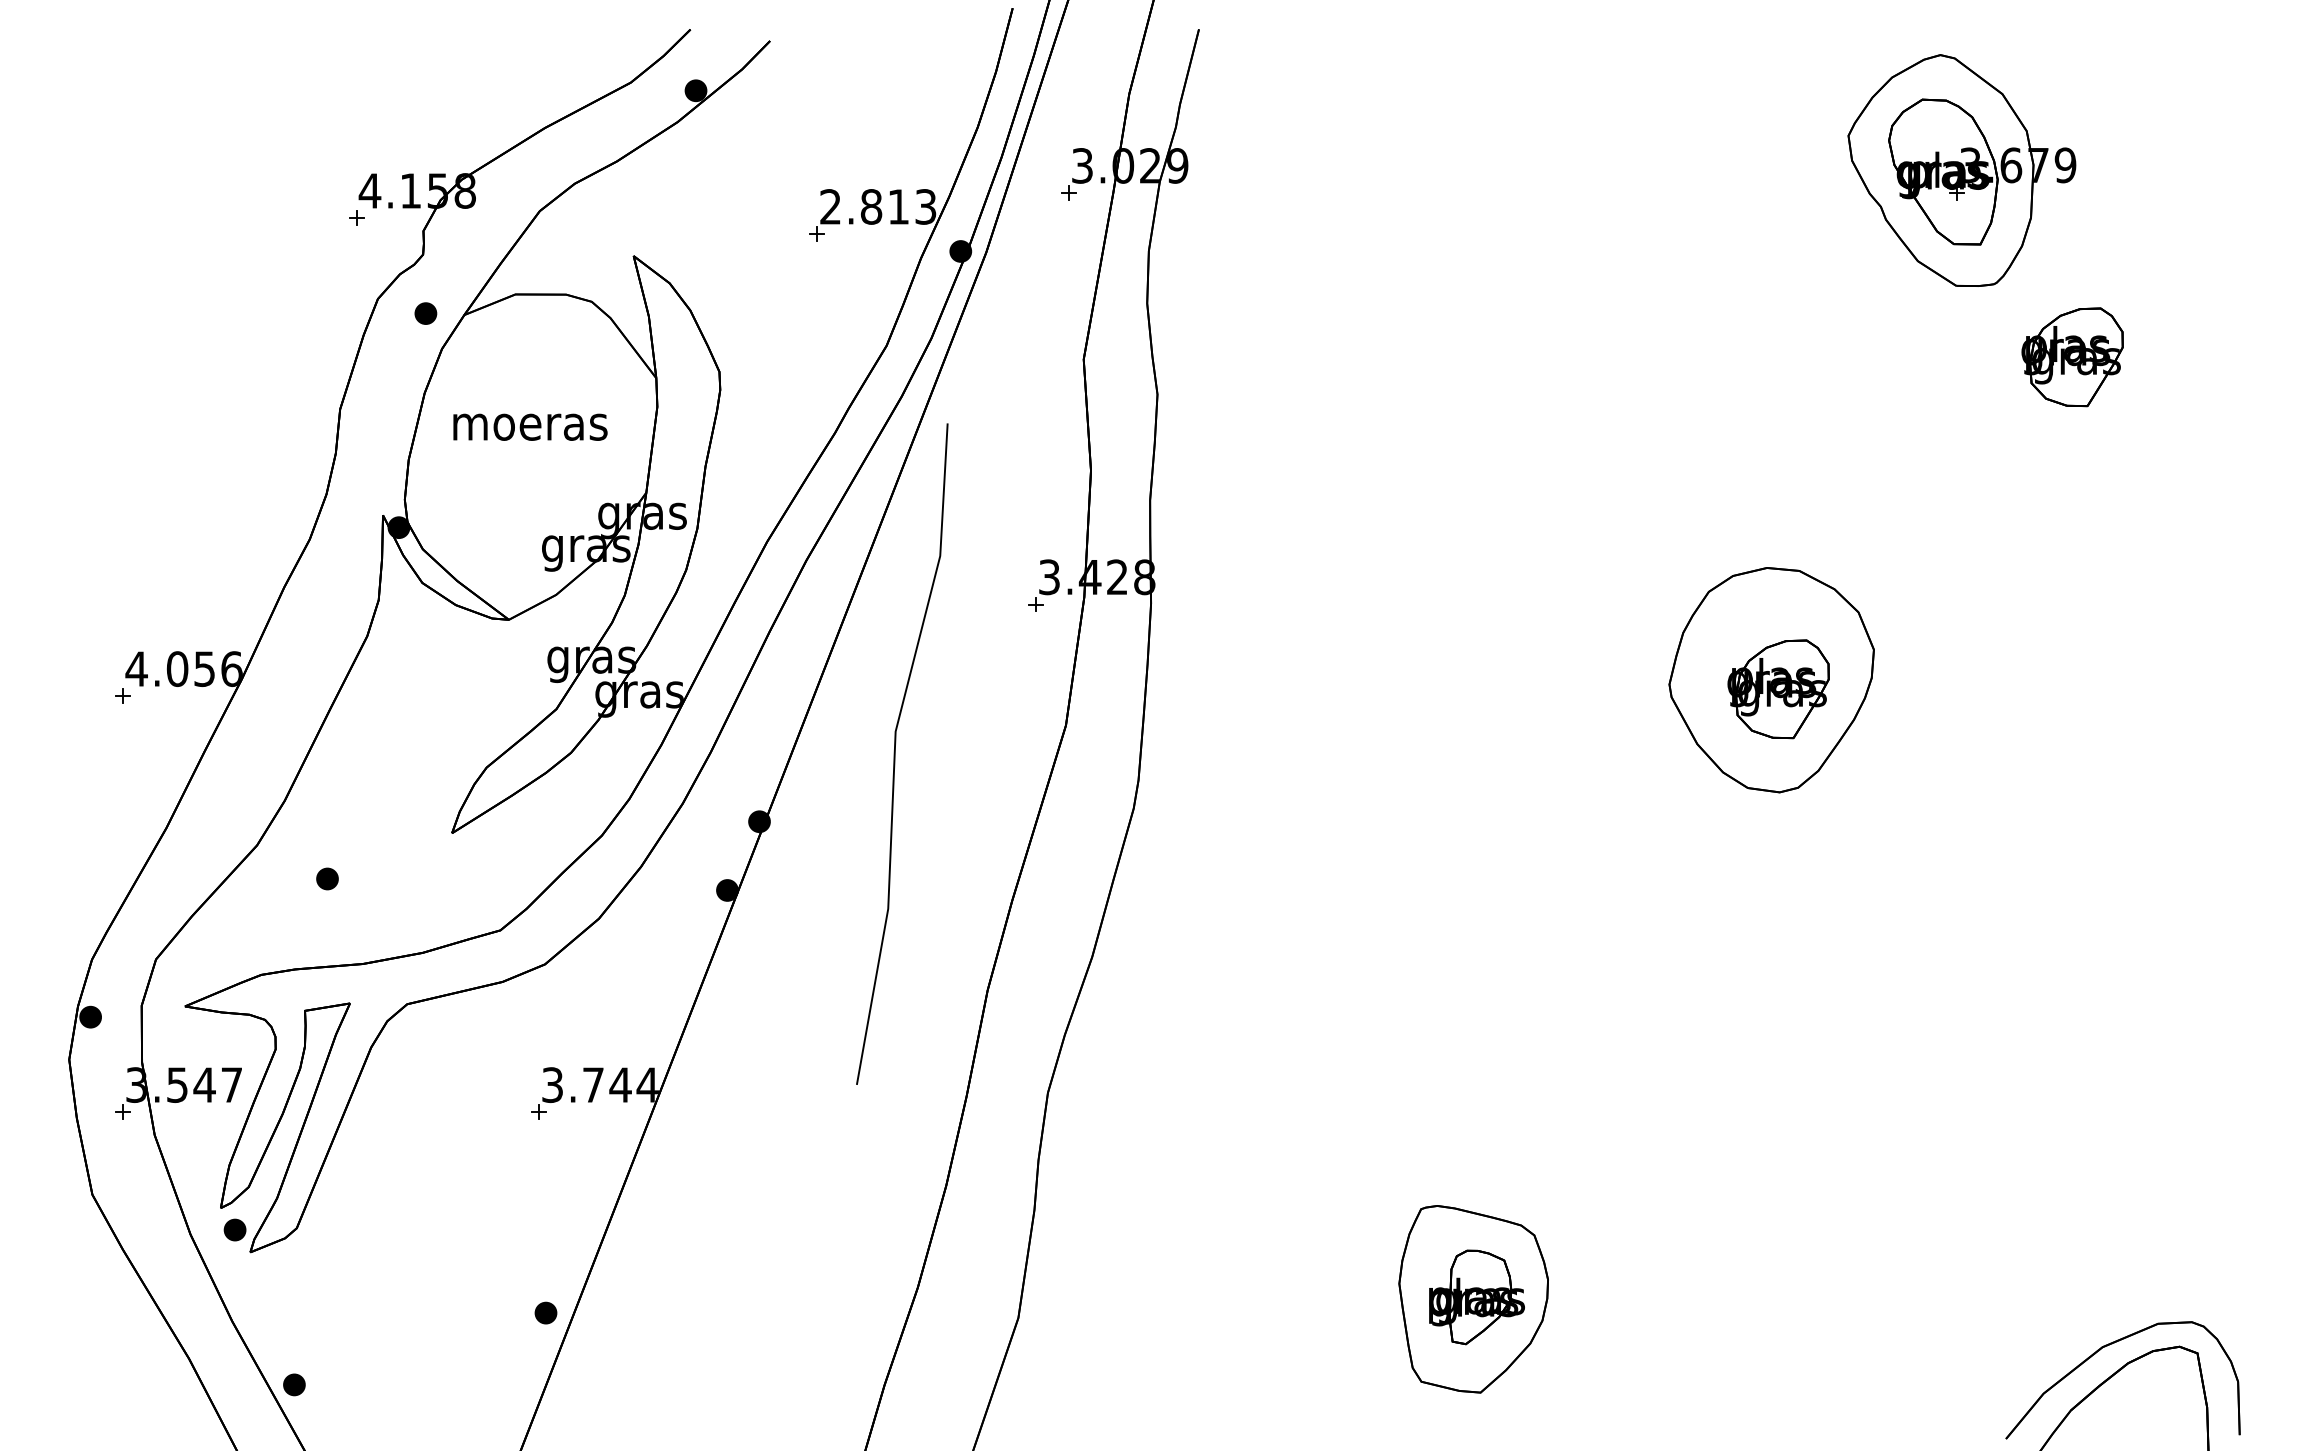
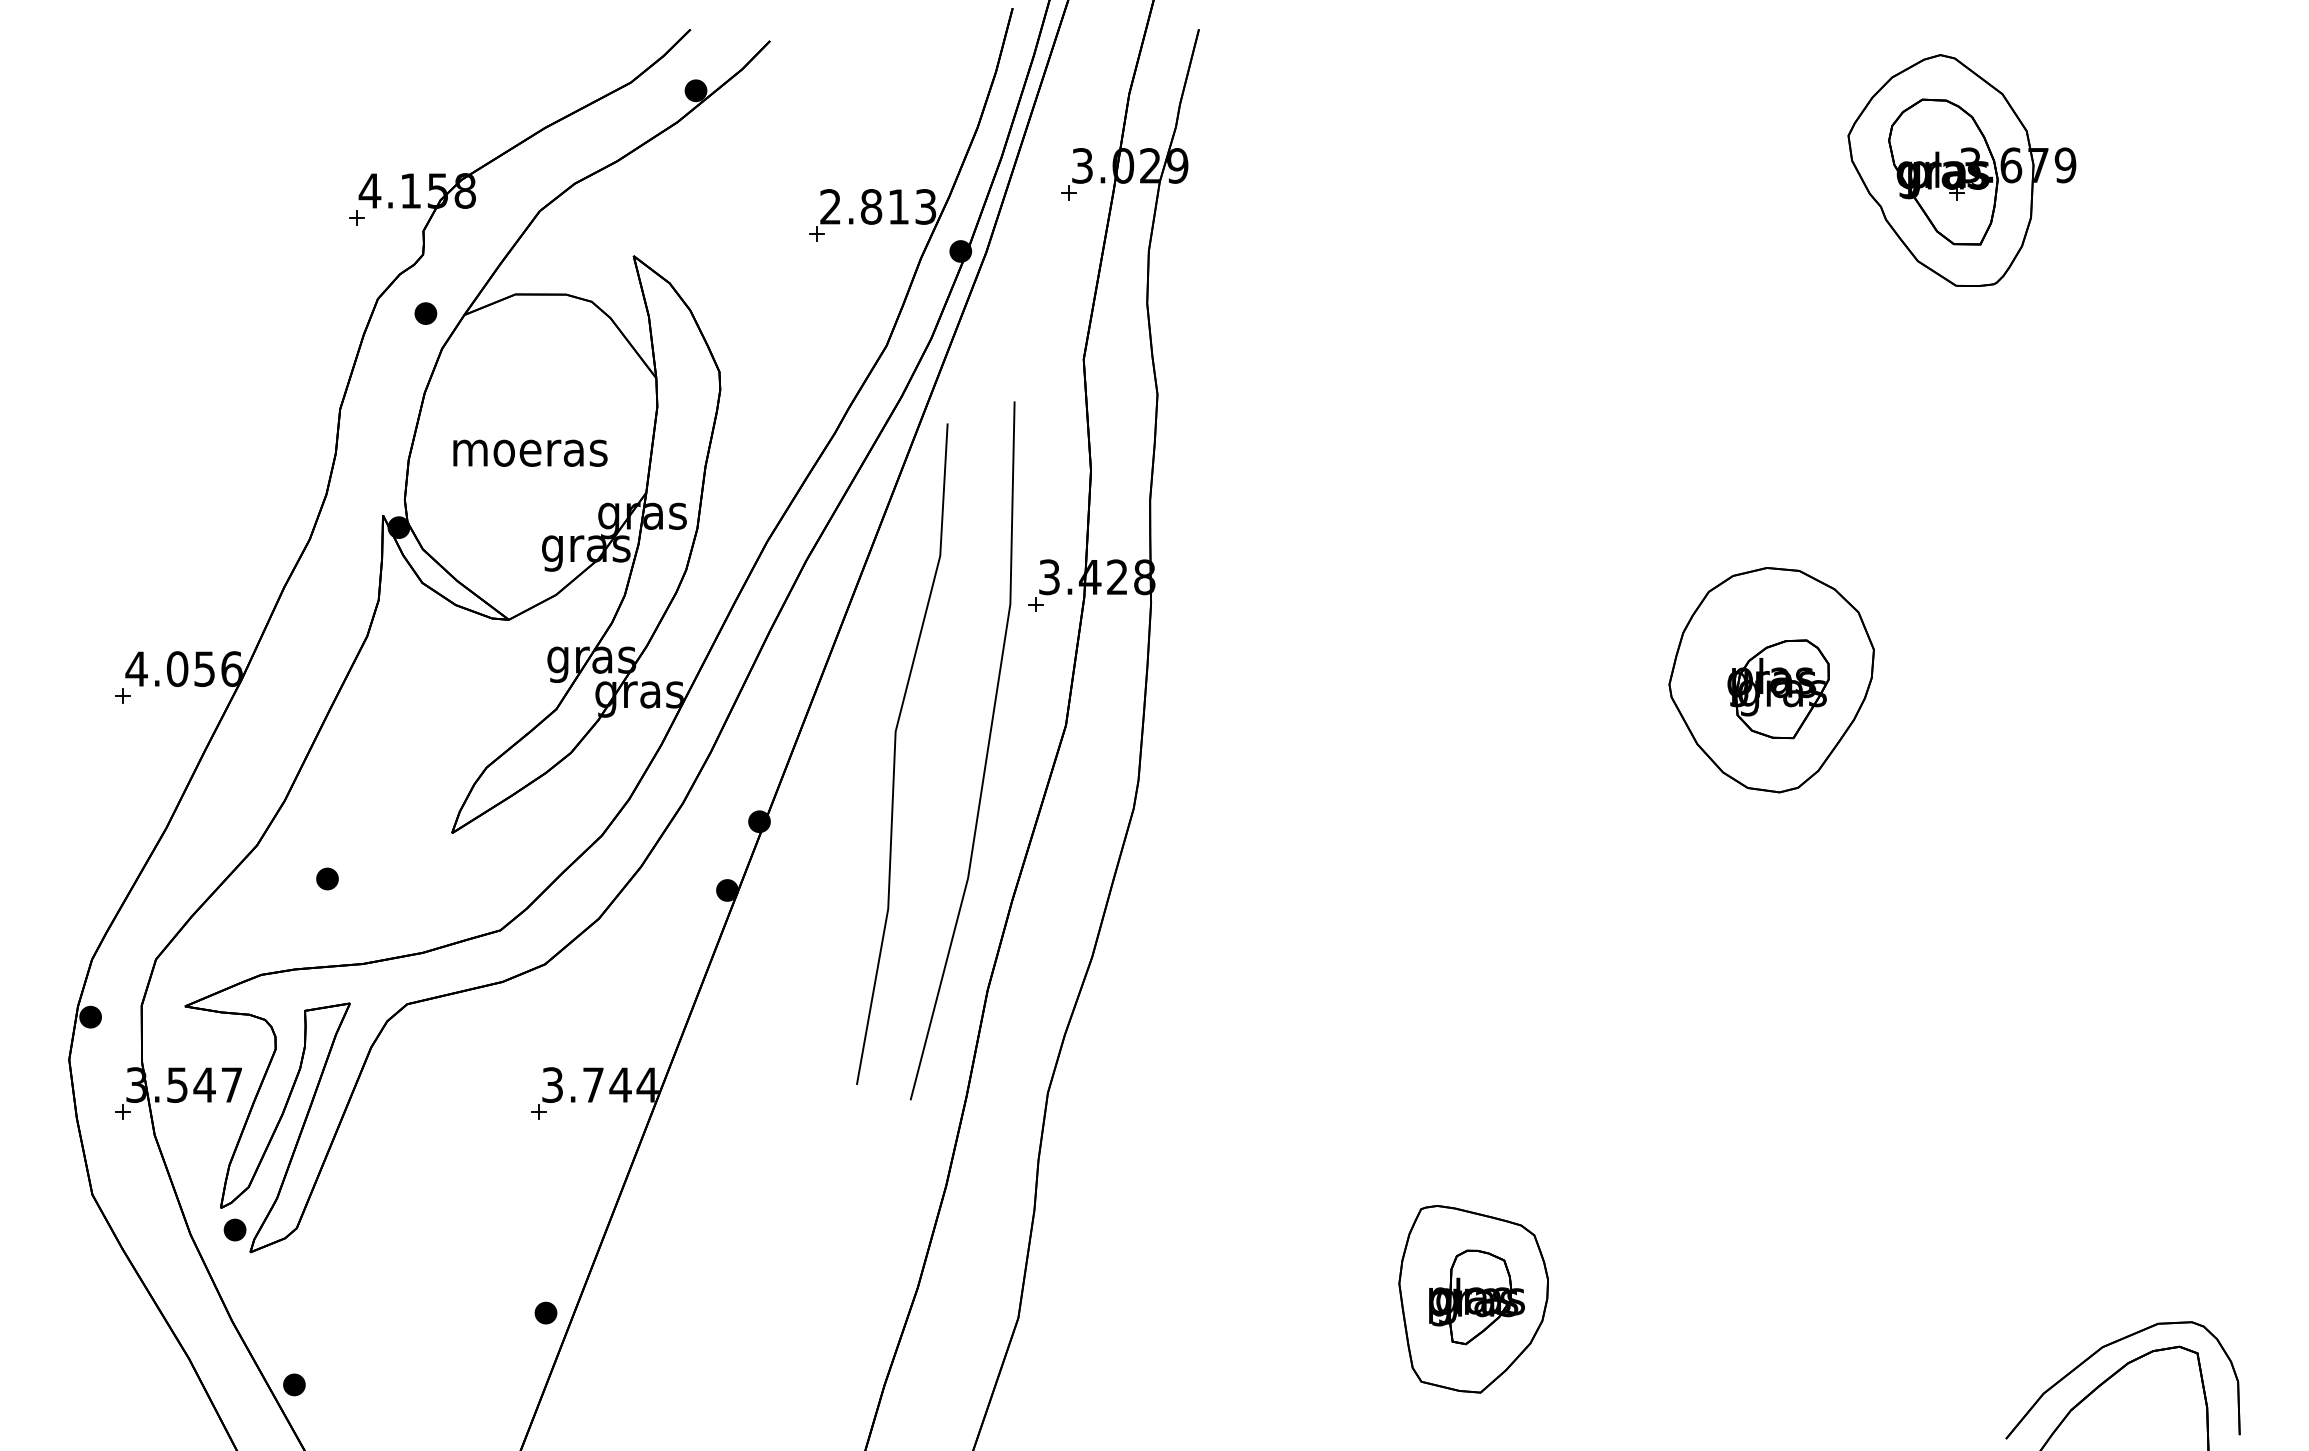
part at (2072, 357): present -> none
text at (530, 426) position: (530, 426) -> (530, 452)
line at (986, 750): none -> present
